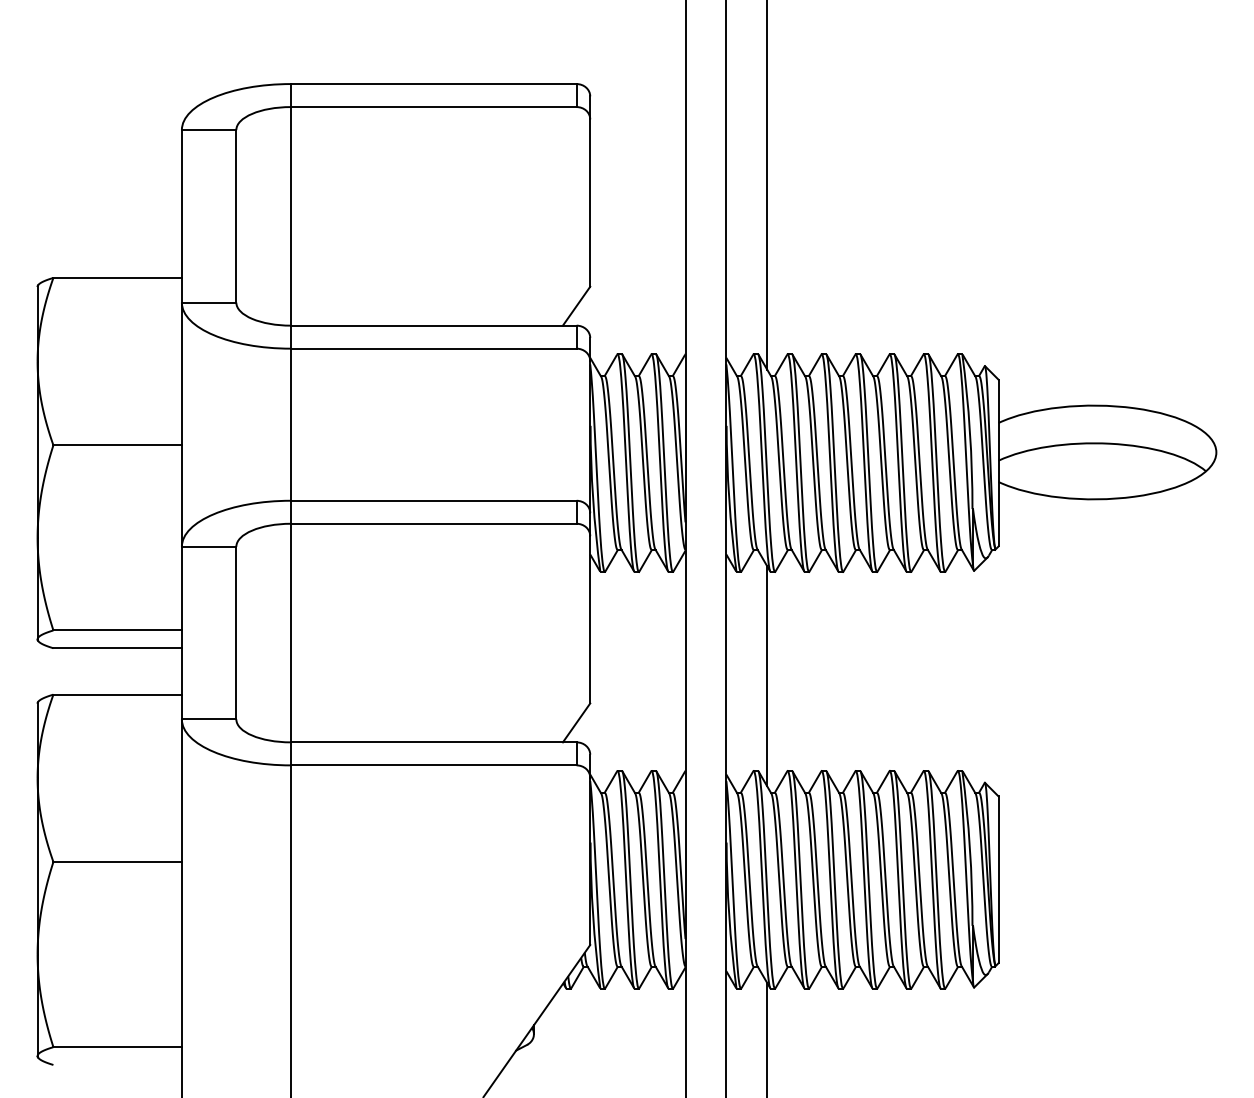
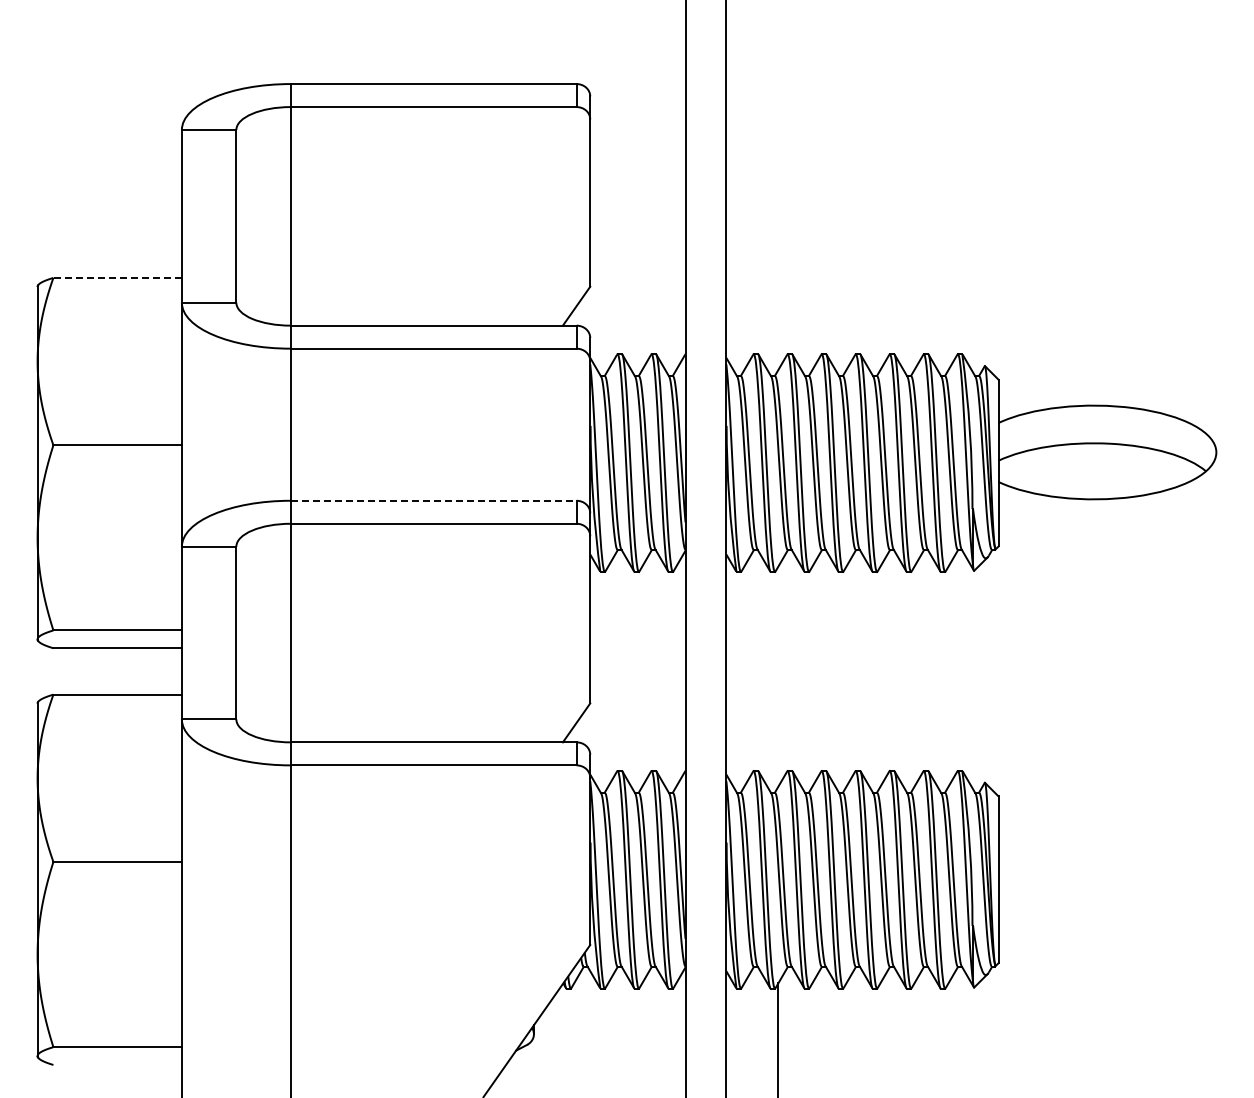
line at (767, 185): present -> none
line at (117, 277): solid -> dashed
line at (433, 500): solid -> dashed
line at (767, 676): present -> none
line at (767, 1038) position: (767, 1038) -> (778, 1038)
